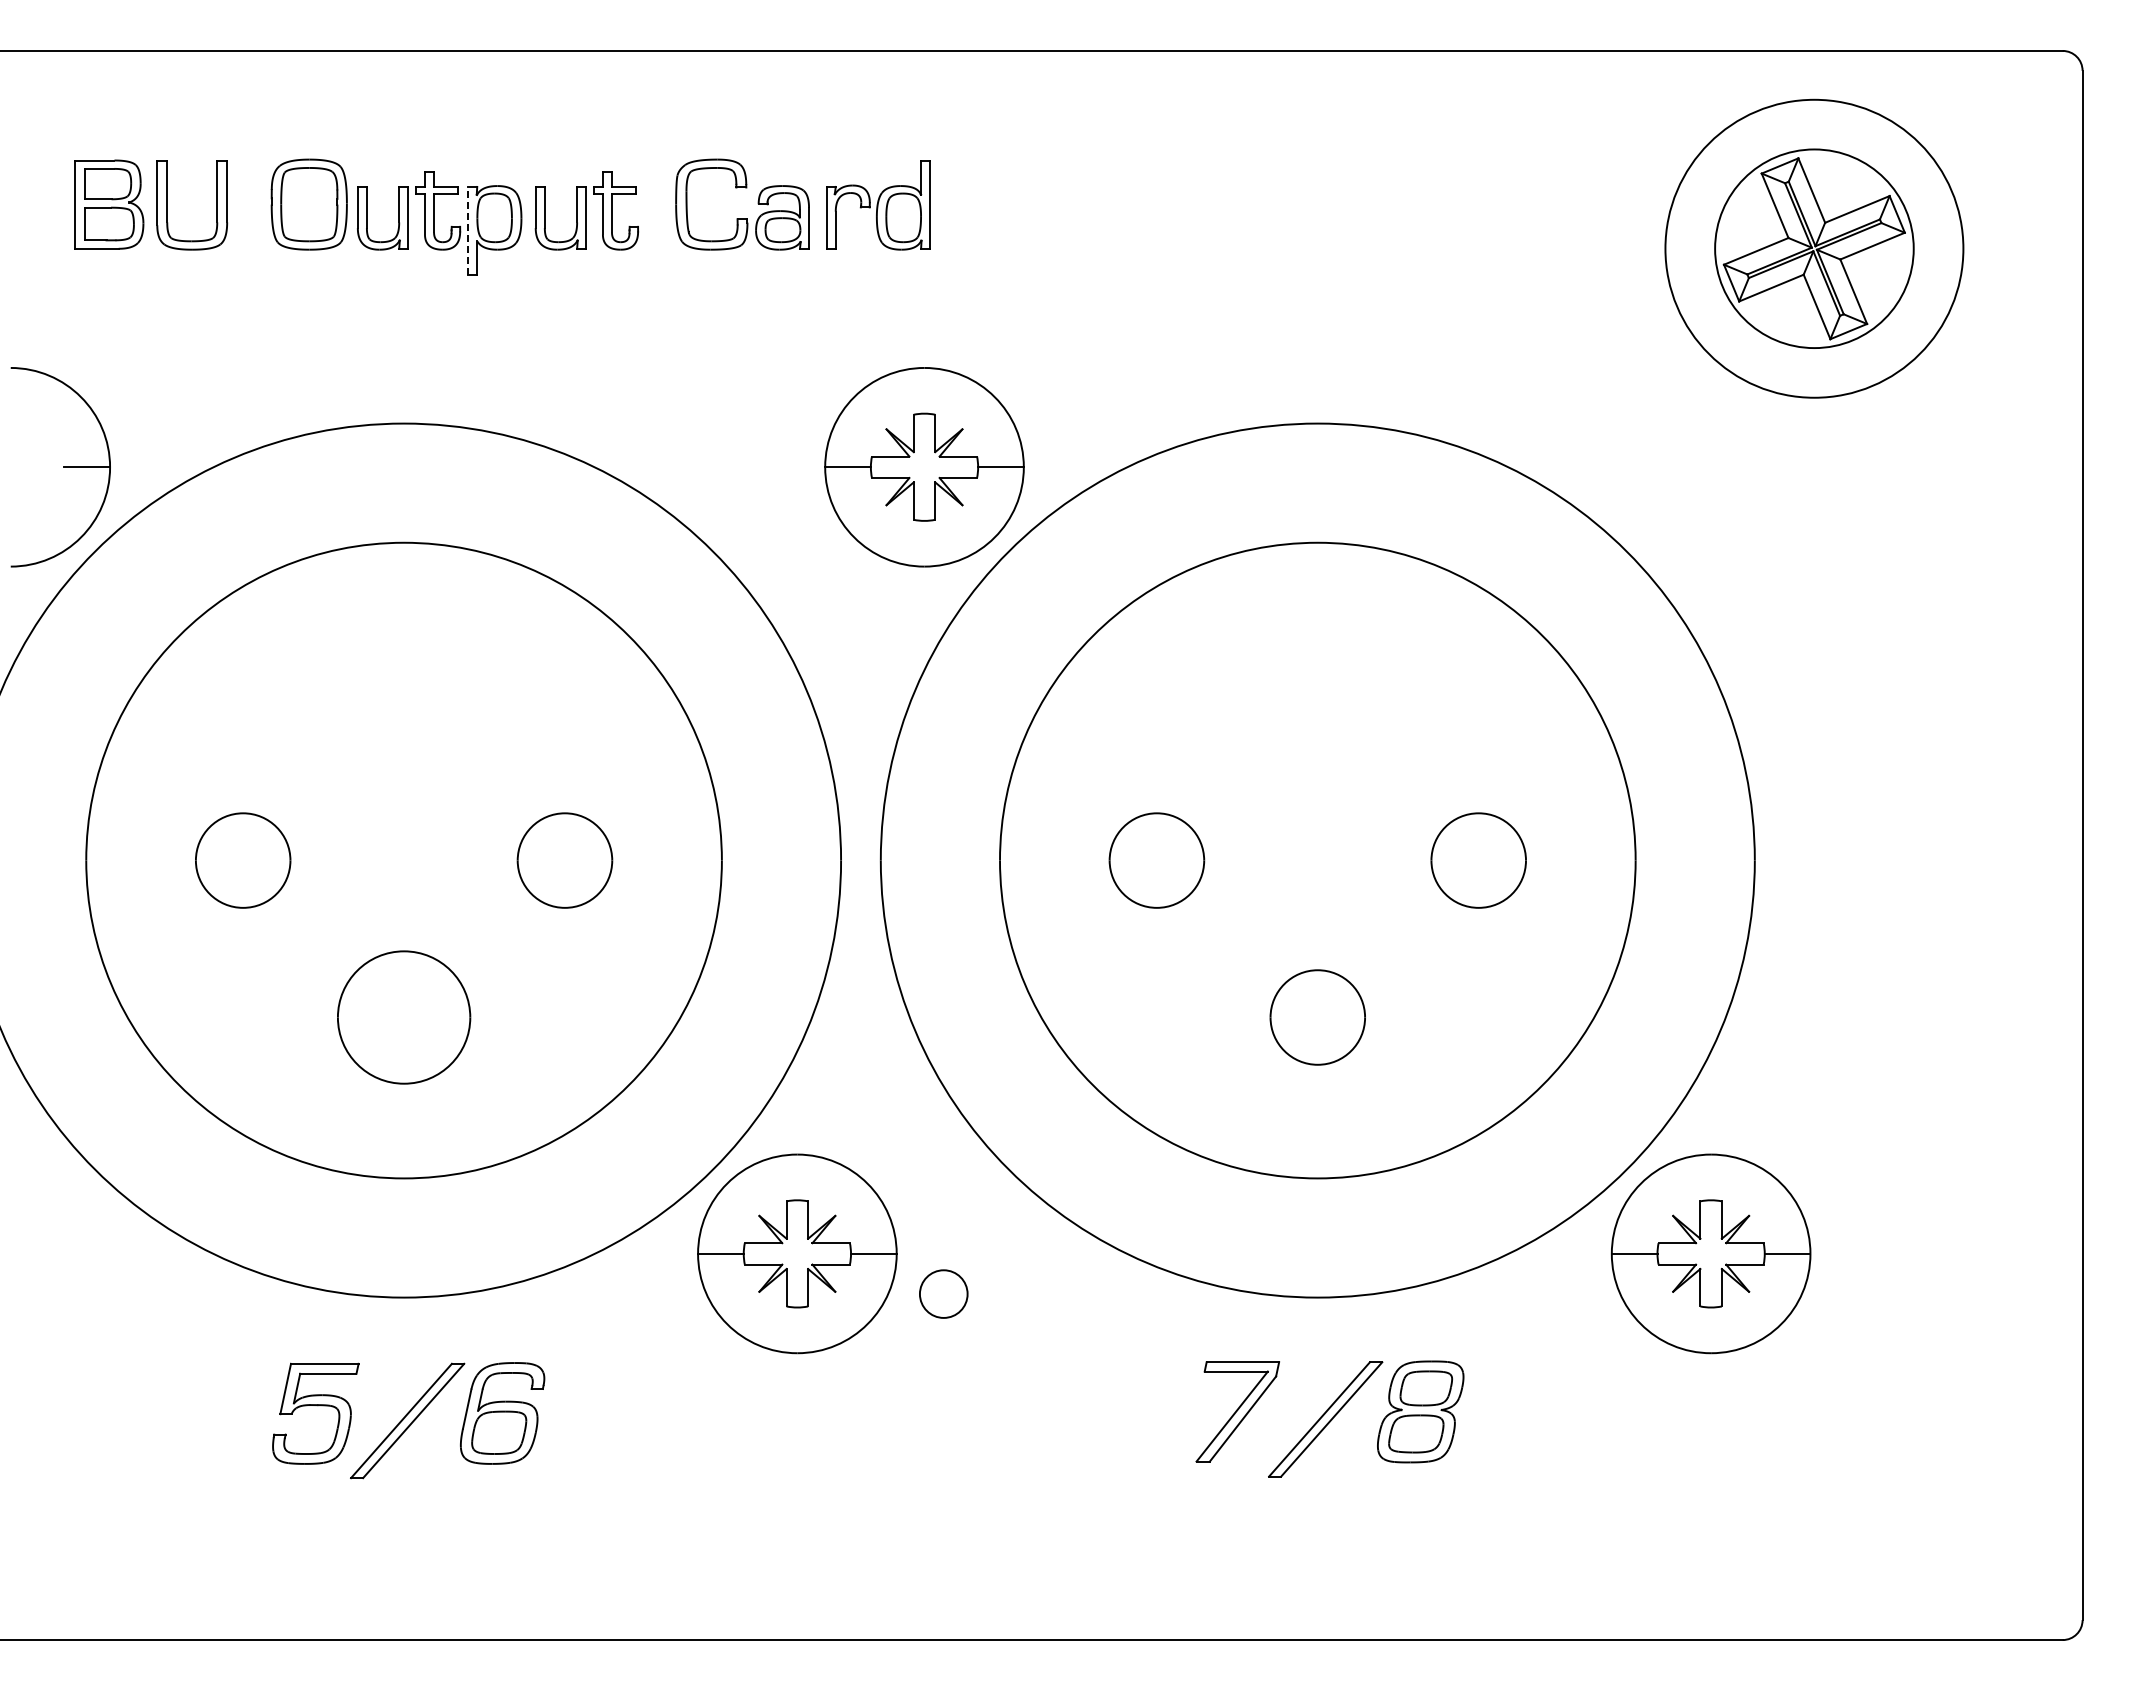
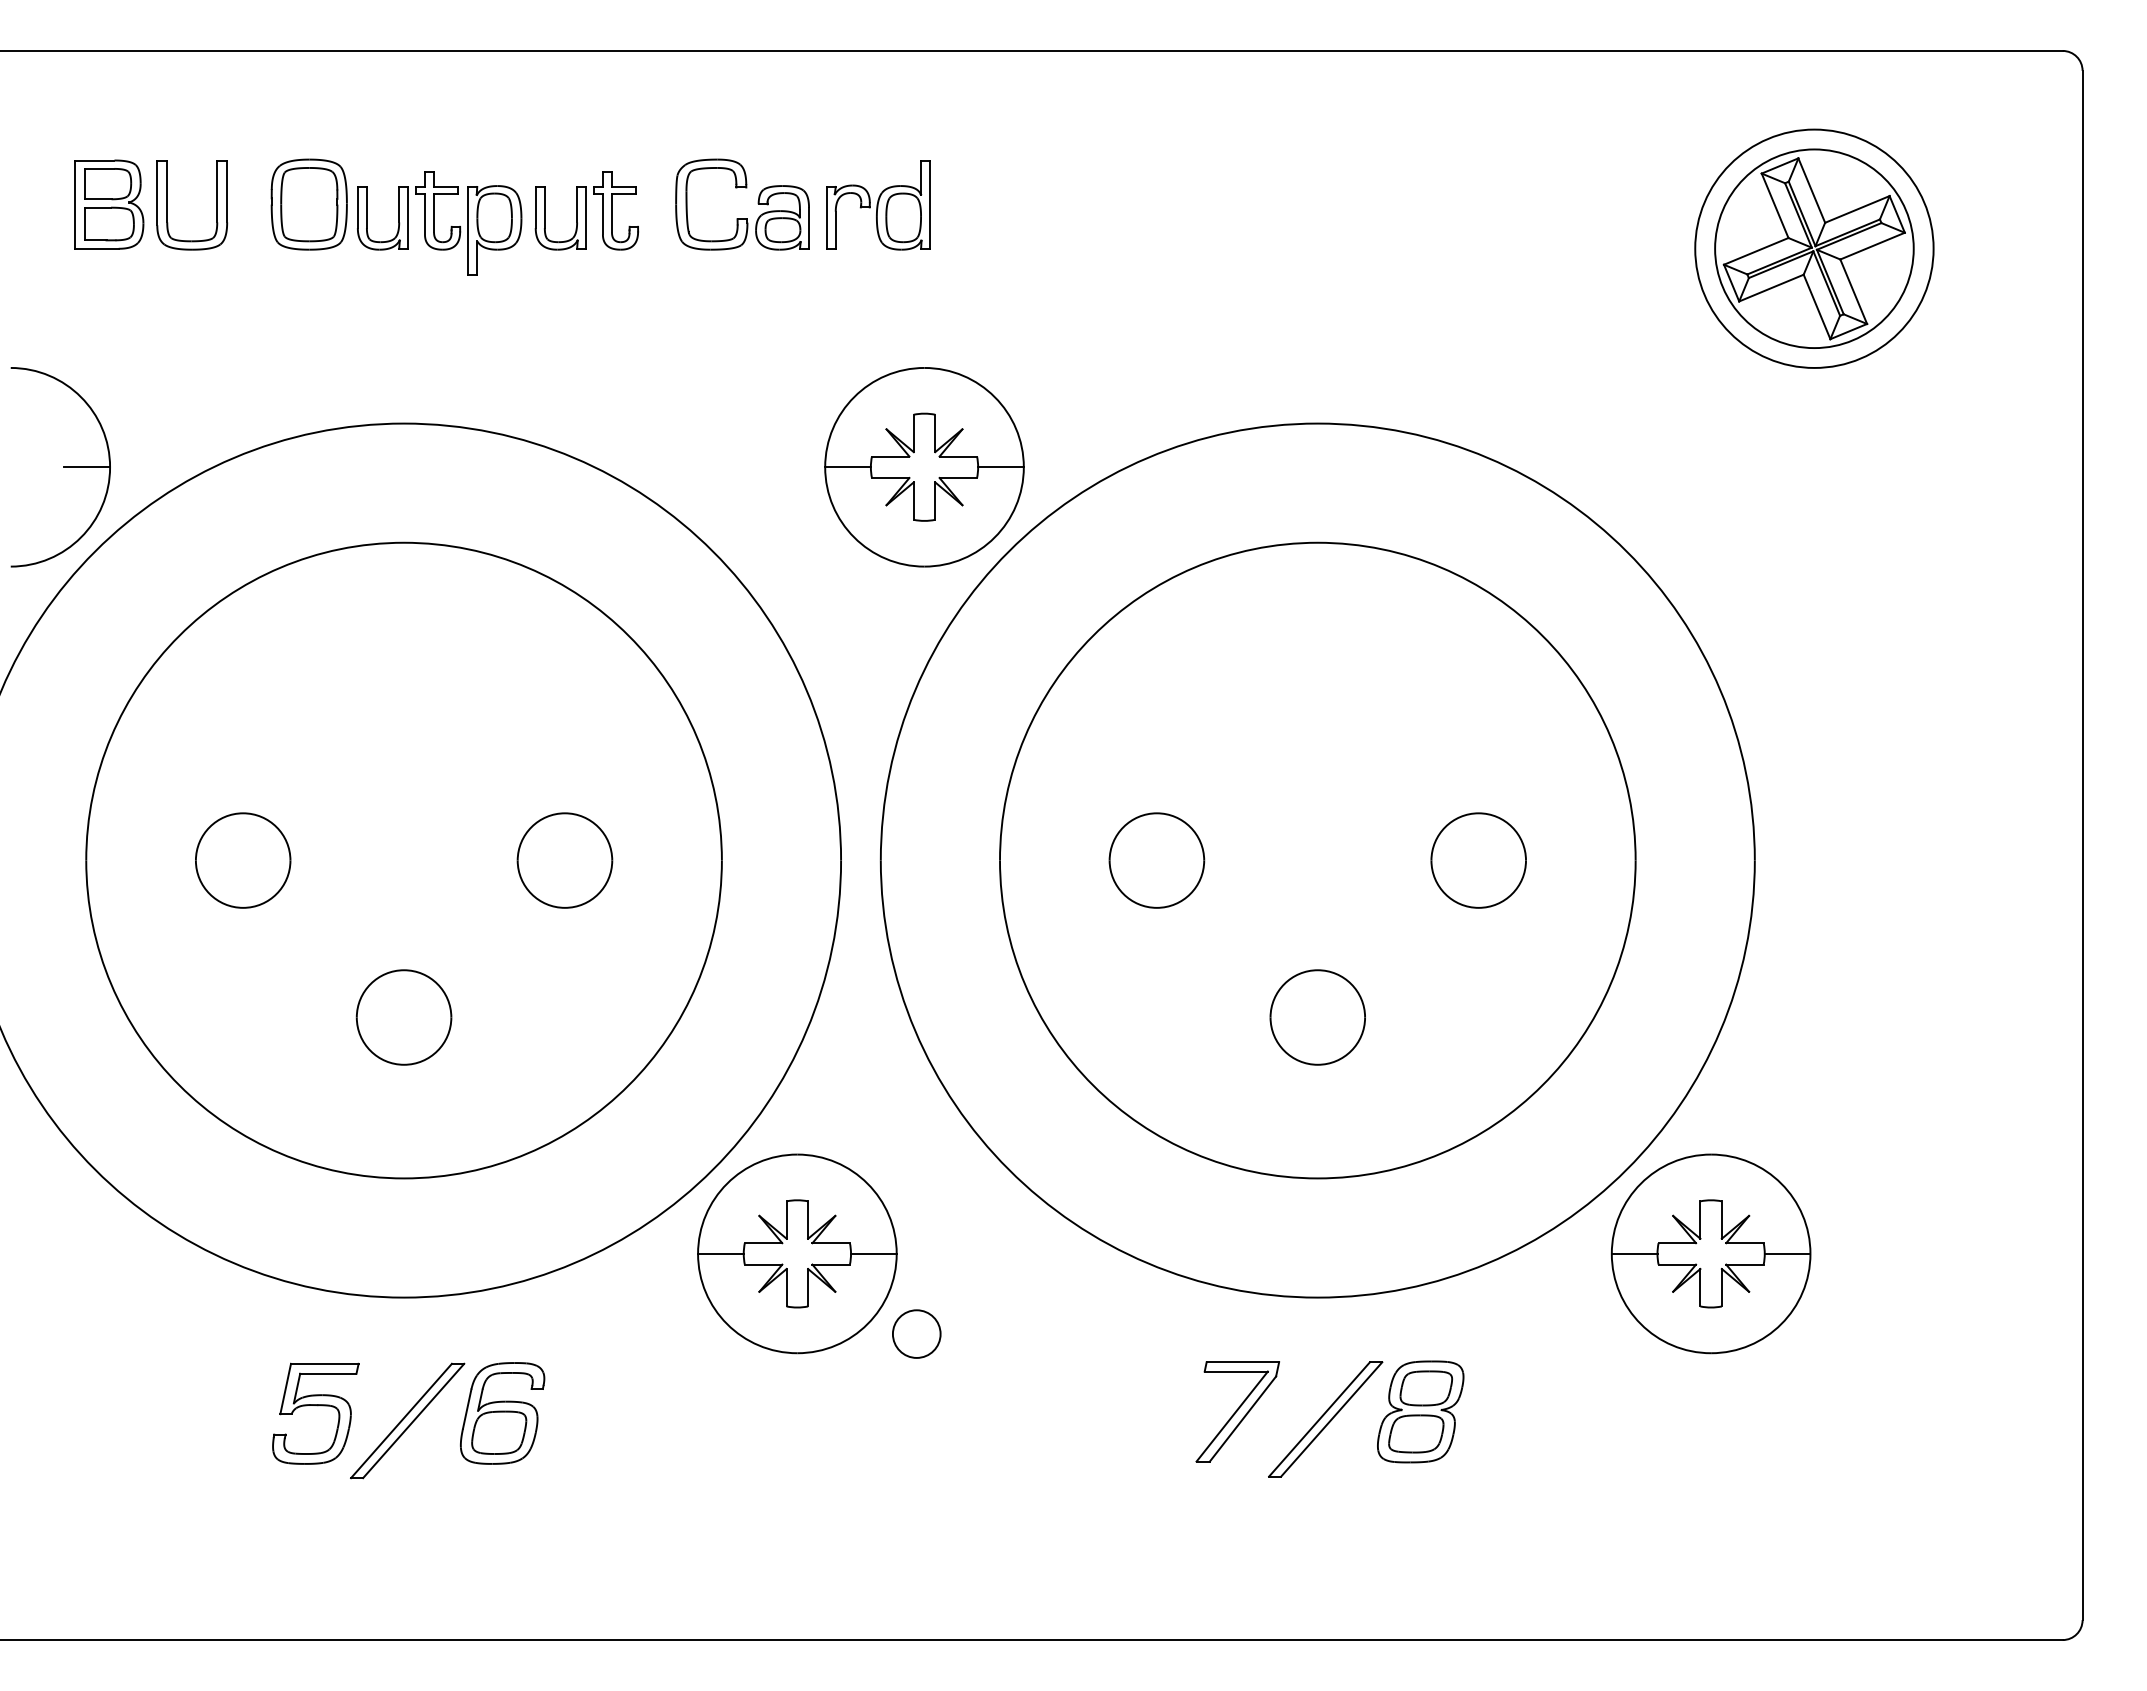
line at (468, 230): dashed -> solid
circle at (1814, 248) diameter: 298 px -> 238 px
part at (404, 1017) size: 135x135 px -> 98x97 px
circle at (943, 1293) position: (943, 1293) -> (916, 1333)
